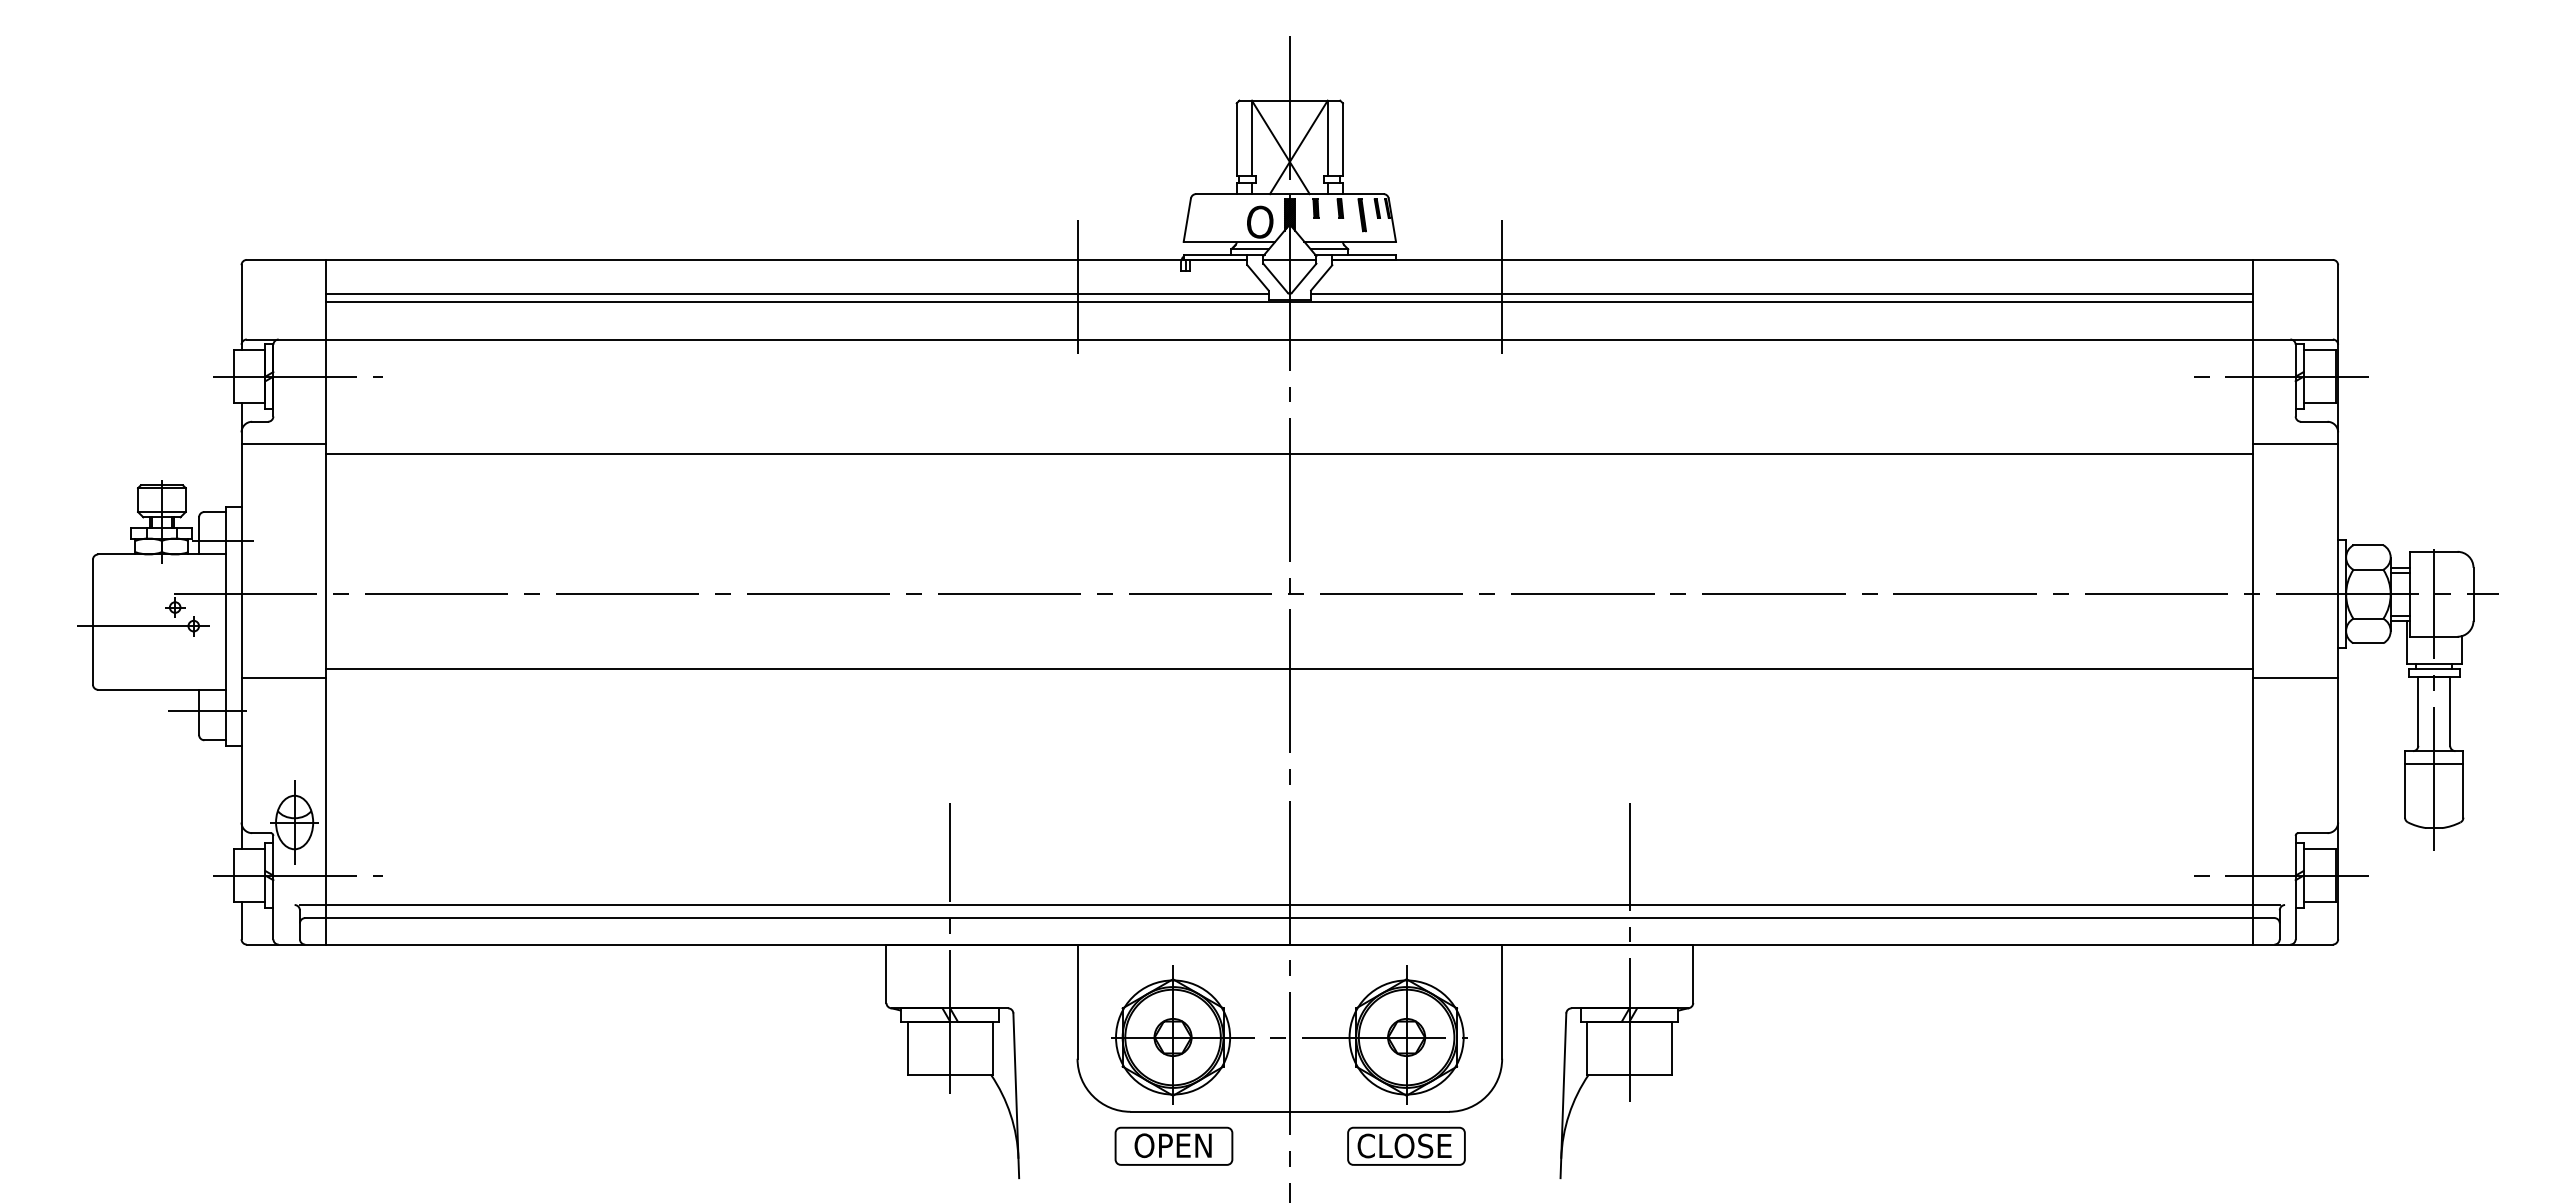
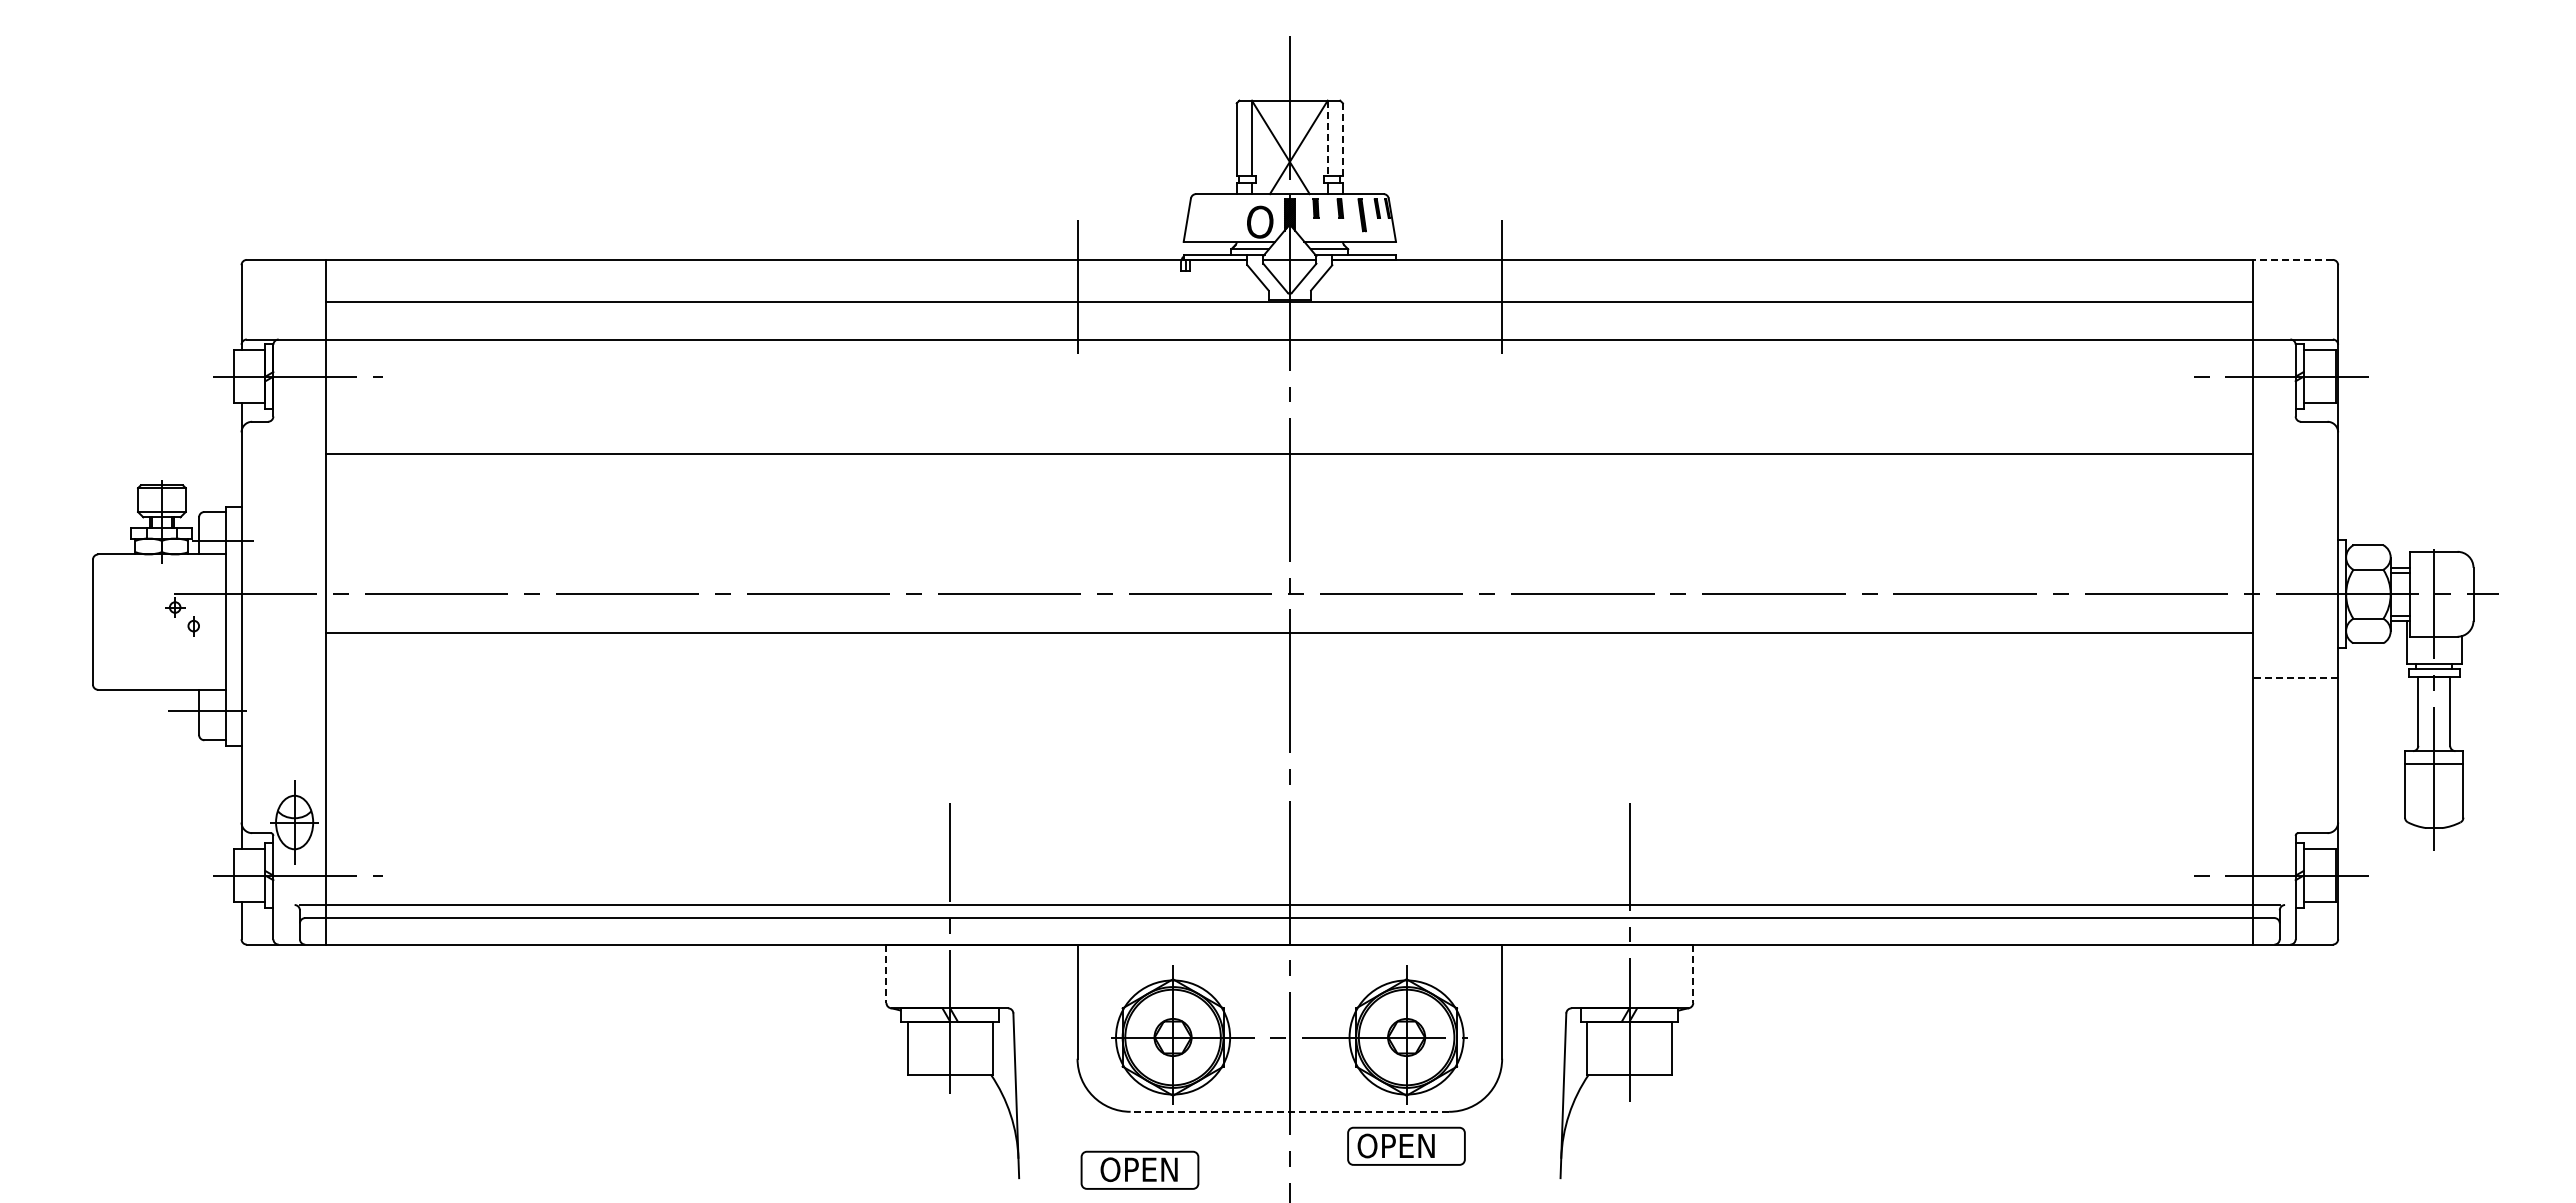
line at (1327, 138): solid -> dashed
line at (1342, 139): solid -> dashed
line at (2293, 259): solid -> dashed
line at (797, 294): present -> none
line at (1782, 294): present -> none
line at (283, 443): present -> none
line at (2295, 443): present -> none
line at (143, 626): present -> none
line at (1289, 668) position: (1289, 668) -> (1289, 632)
line at (283, 678): present -> none
line at (2295, 678): solid -> dashed
line at (886, 974): solid -> dashed
line at (1693, 974): solid -> dashed
line at (1289, 1111): solid -> dashed
part at (1173, 1145) position: (1173, 1145) -> (1139, 1169)
text at (1407, 1145): CLOSE -> OPEN
